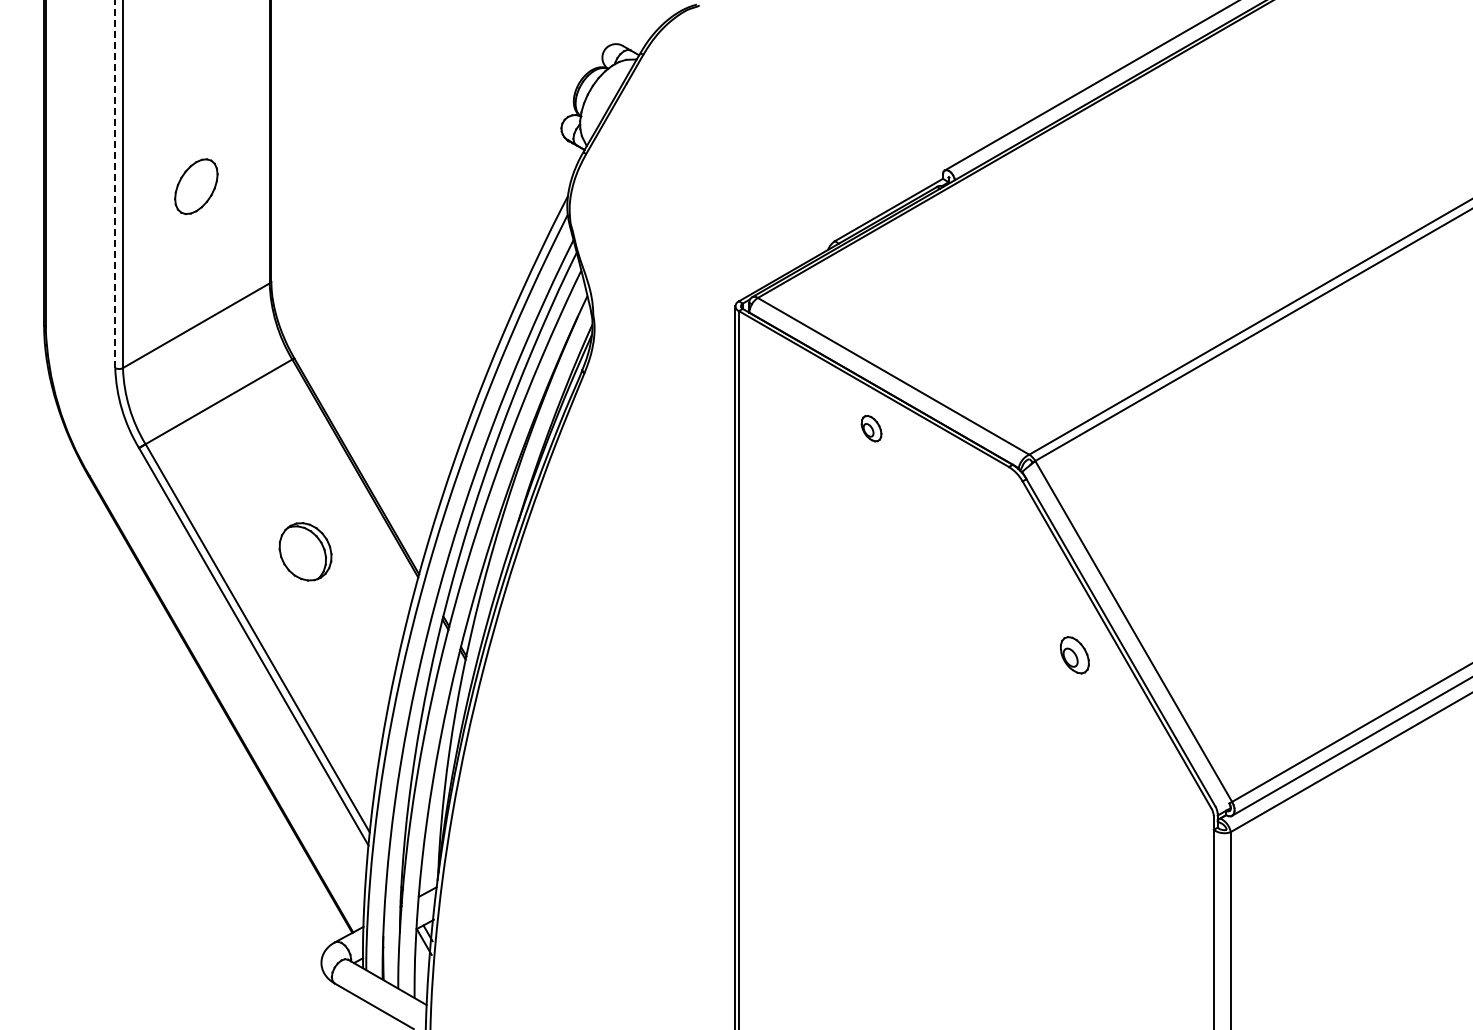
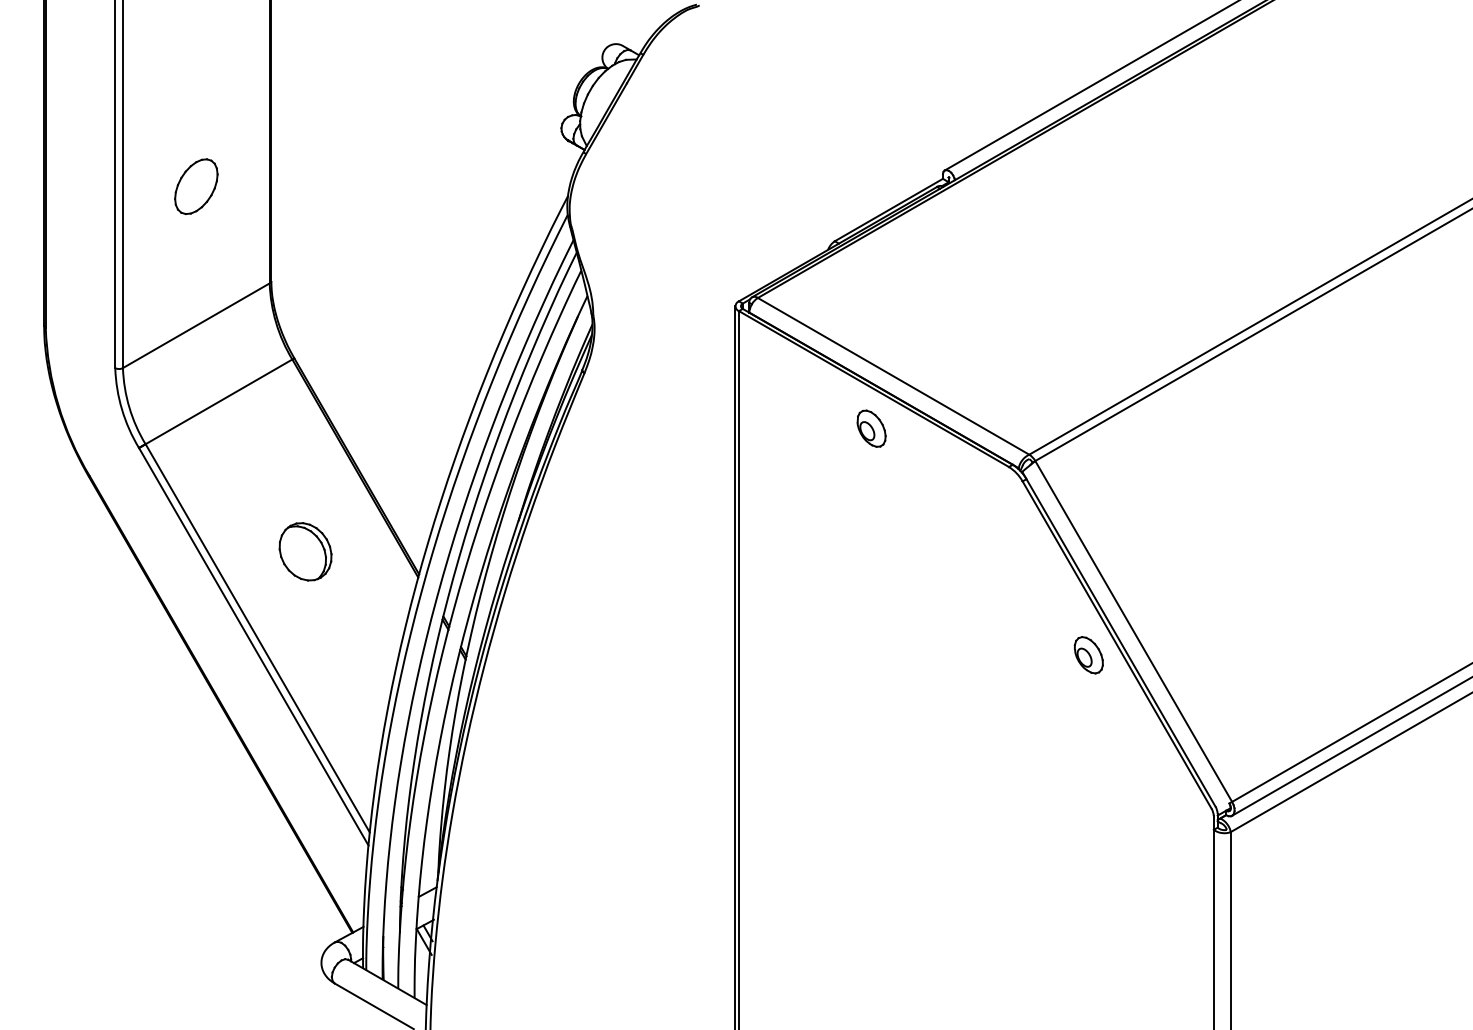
line at (115, 184): dashed -> solid
part at (871, 428) size: 23x28 px -> 31x39 px
part at (1074, 655) position: (1074, 655) -> (1088, 655)
